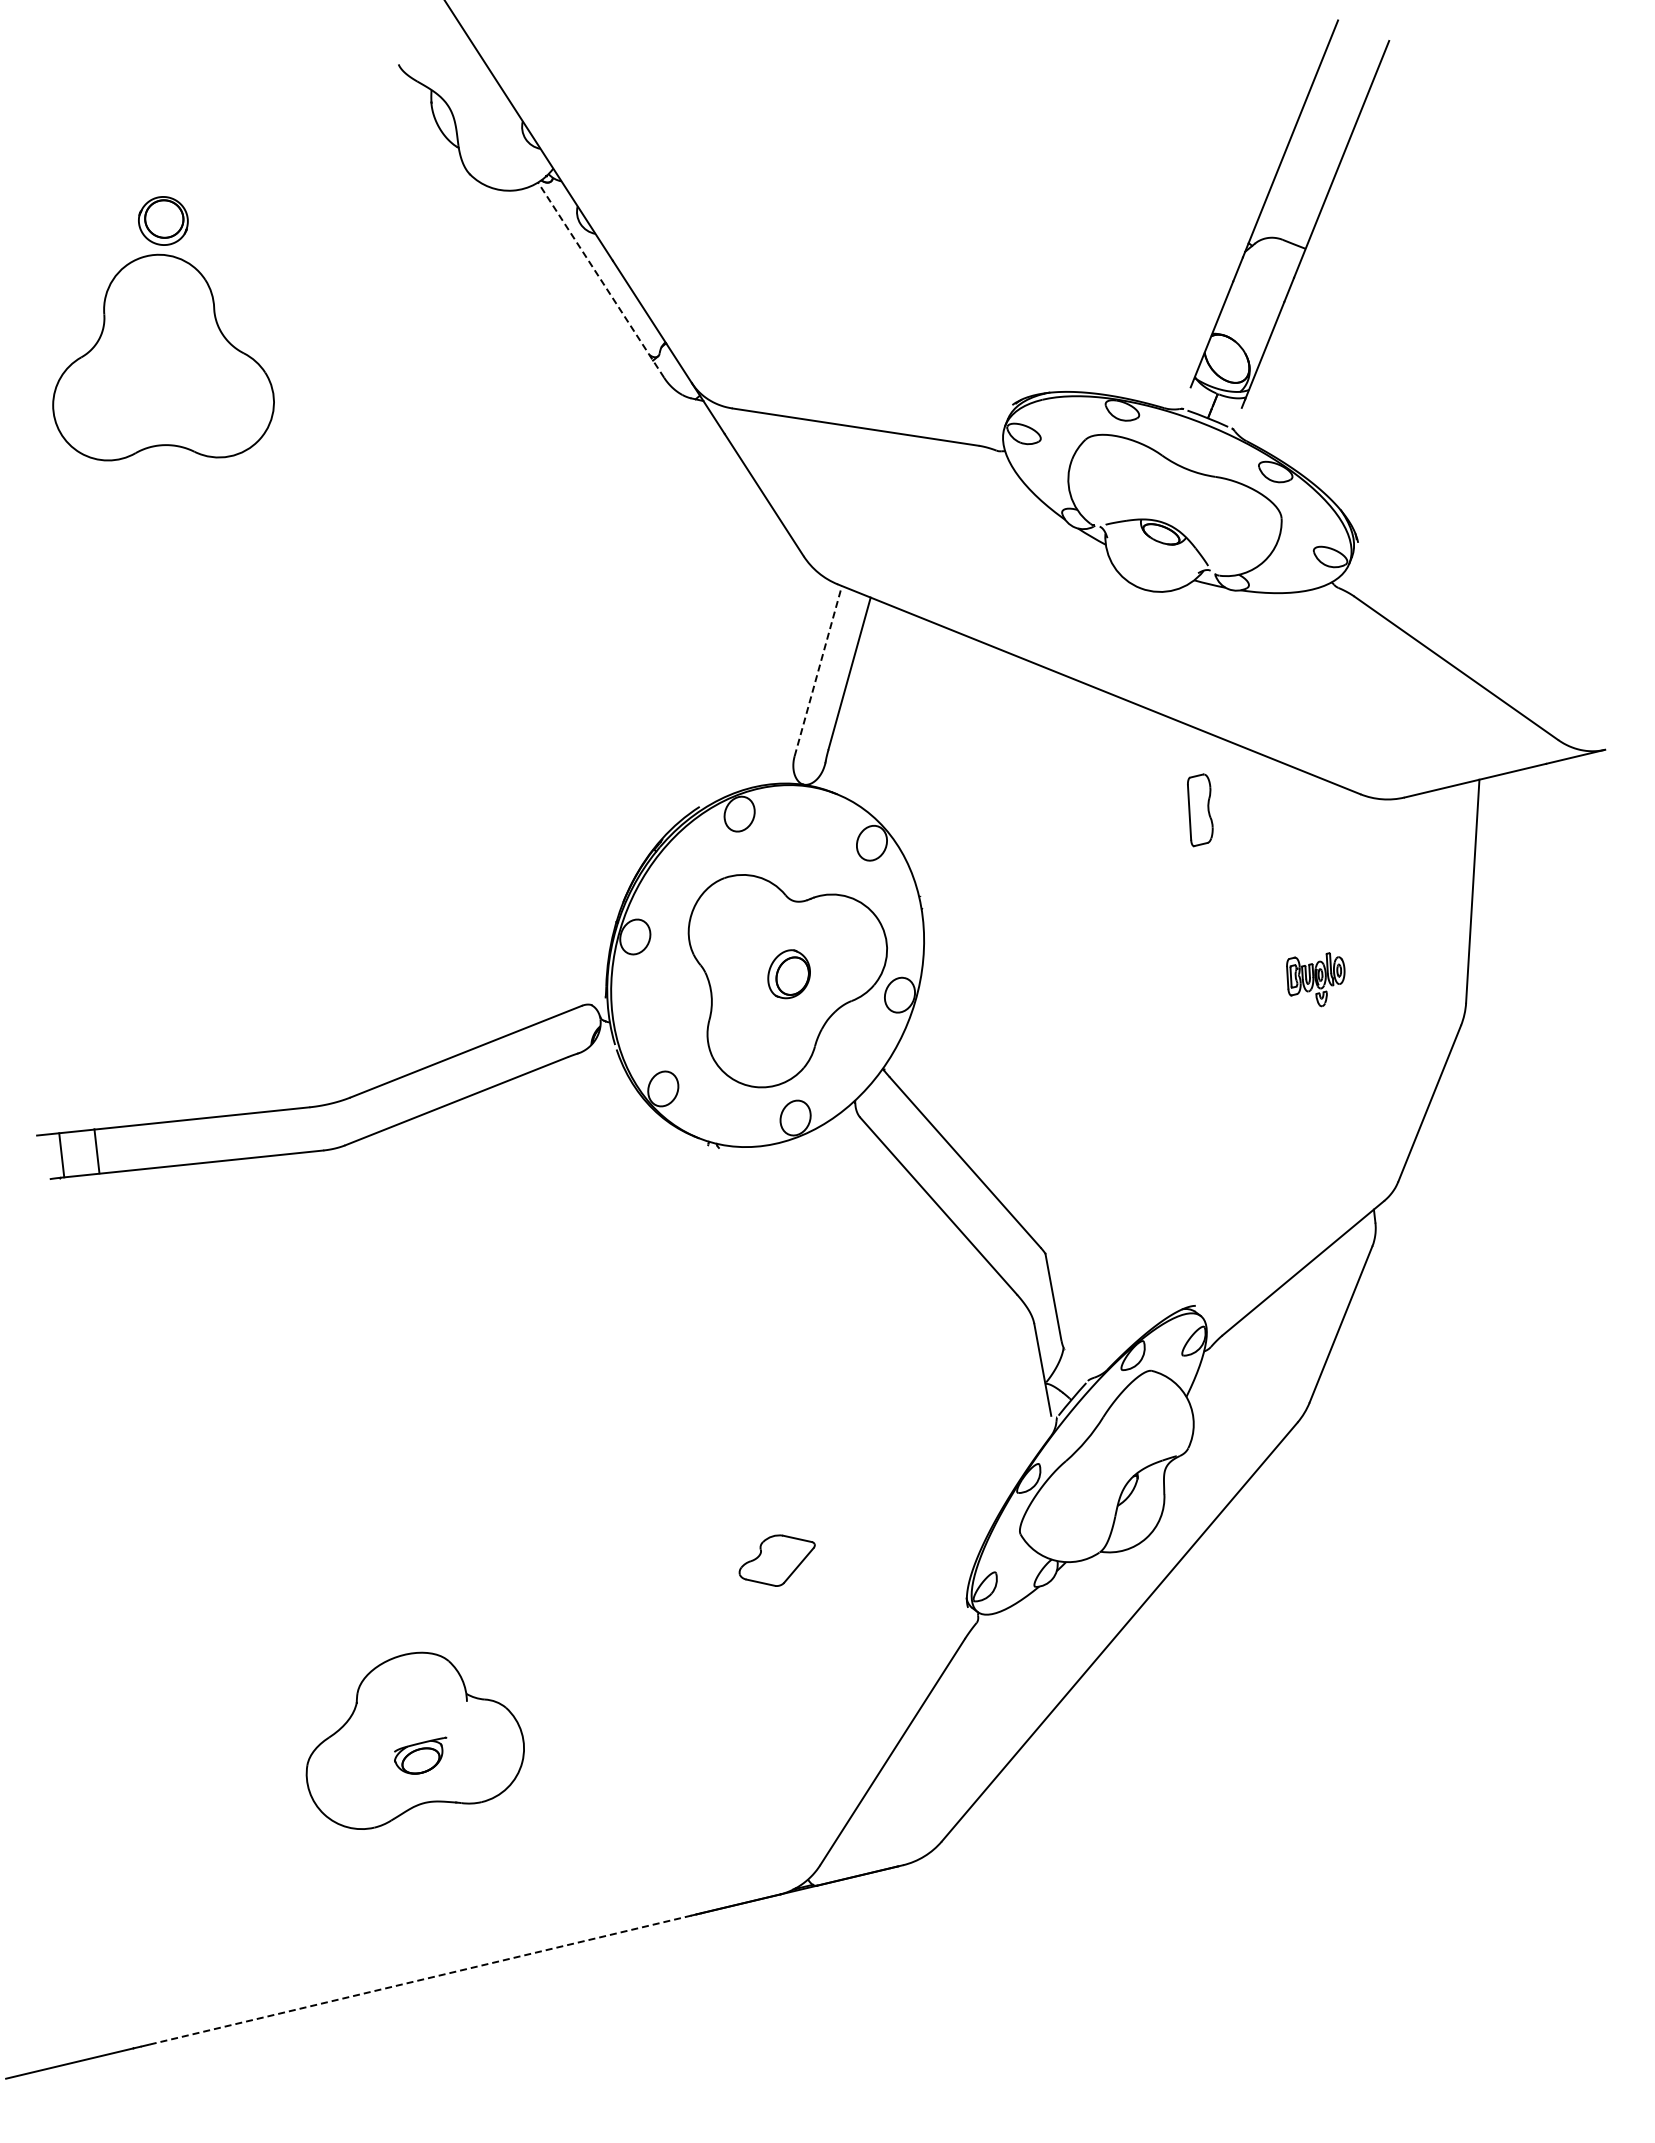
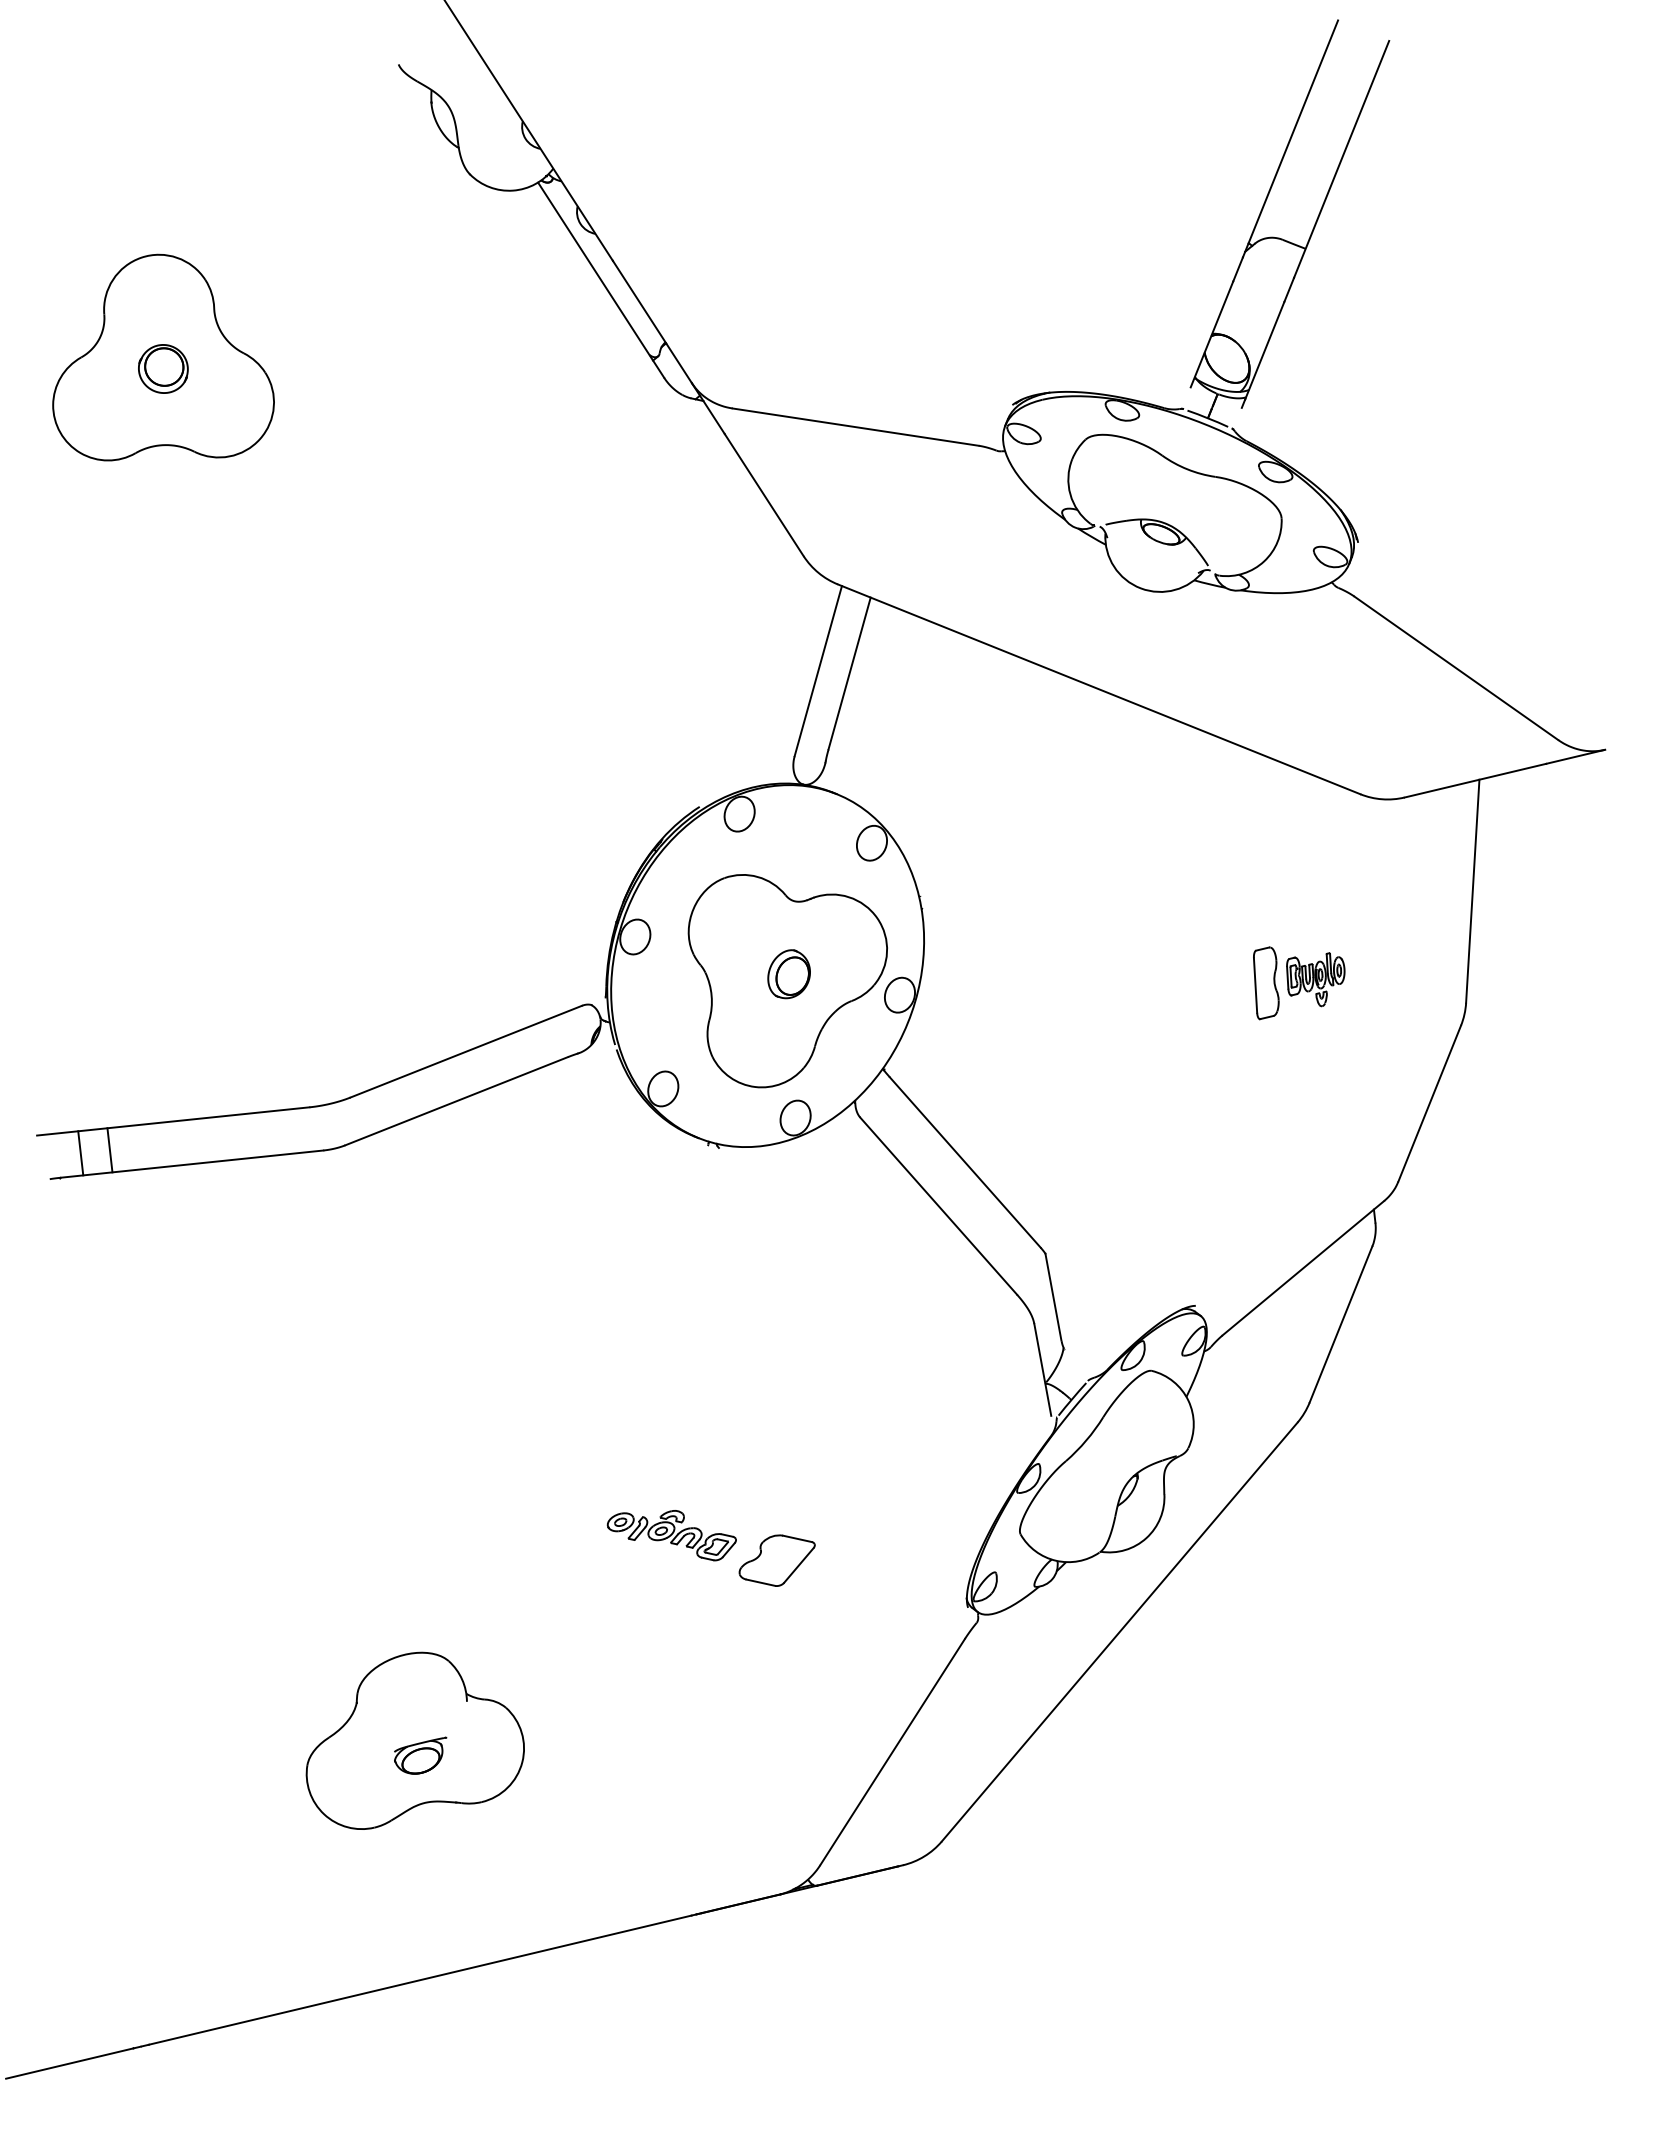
part at (163, 220) position: (163, 220) -> (163, 368)
line at (600, 279): dashed -> solid
line at (818, 670): dashed -> solid
part at (1200, 810) position: (1200, 810) -> (1266, 983)
line at (96, 1151) position: (96, 1151) -> (109, 1150)
line at (61, 1155) position: (61, 1155) -> (80, 1153)
part at (671, 1535): none -> present
line at (420, 1980): dashed -> solid
